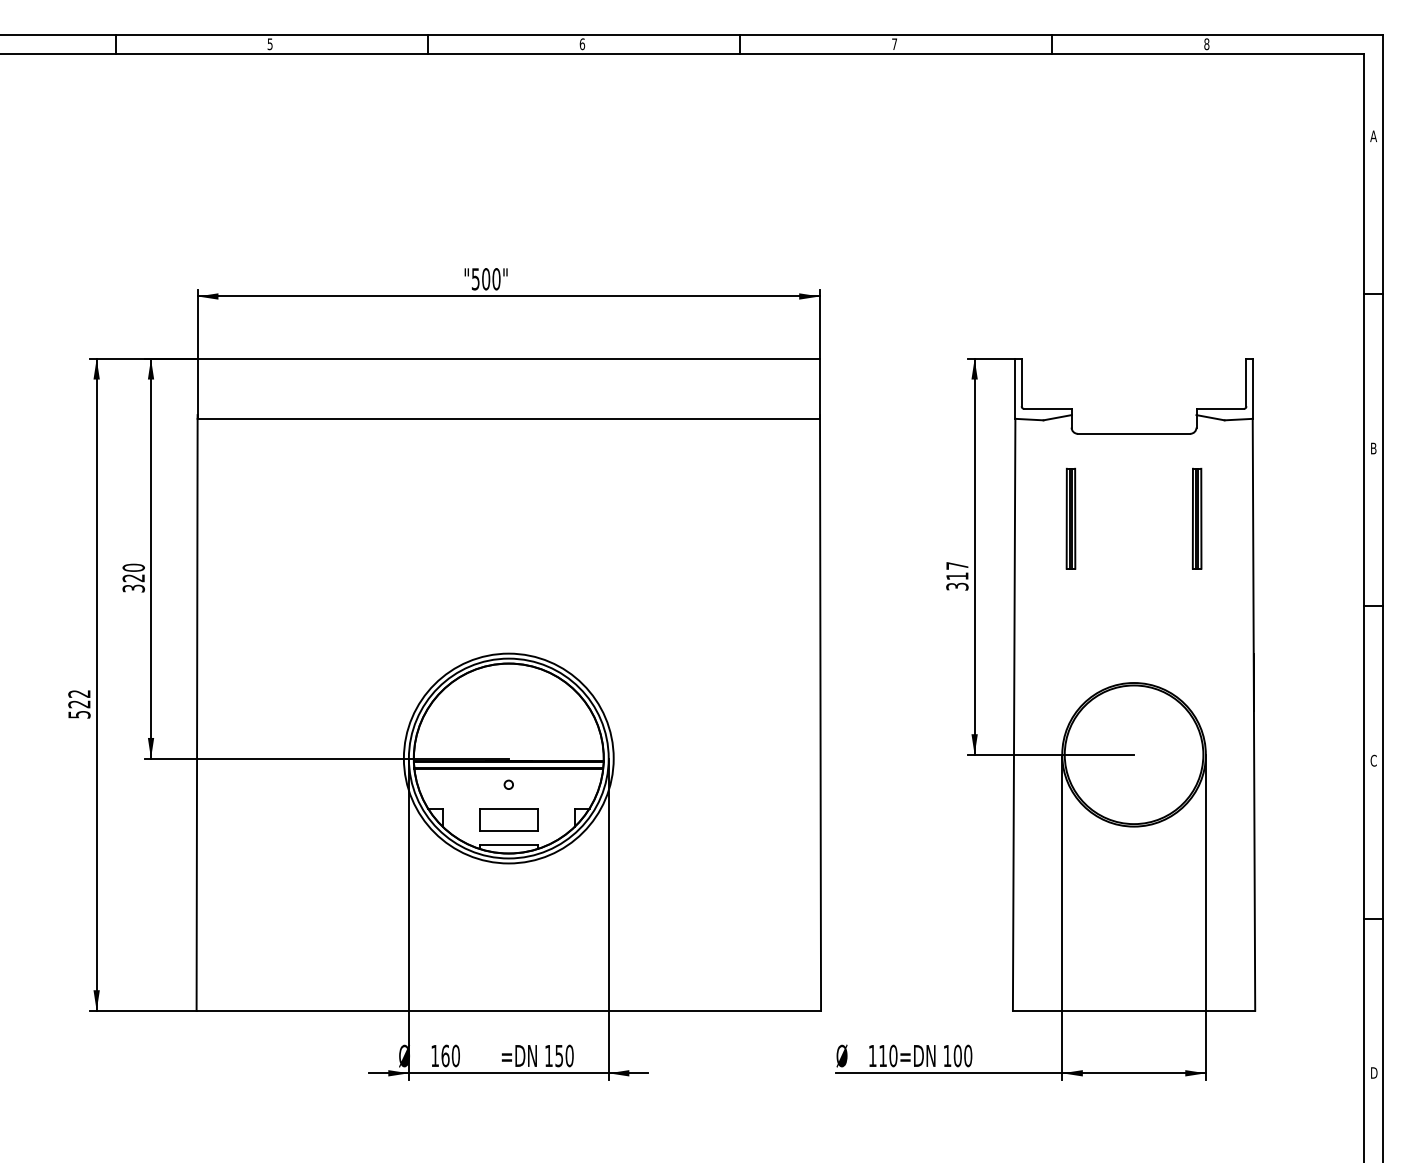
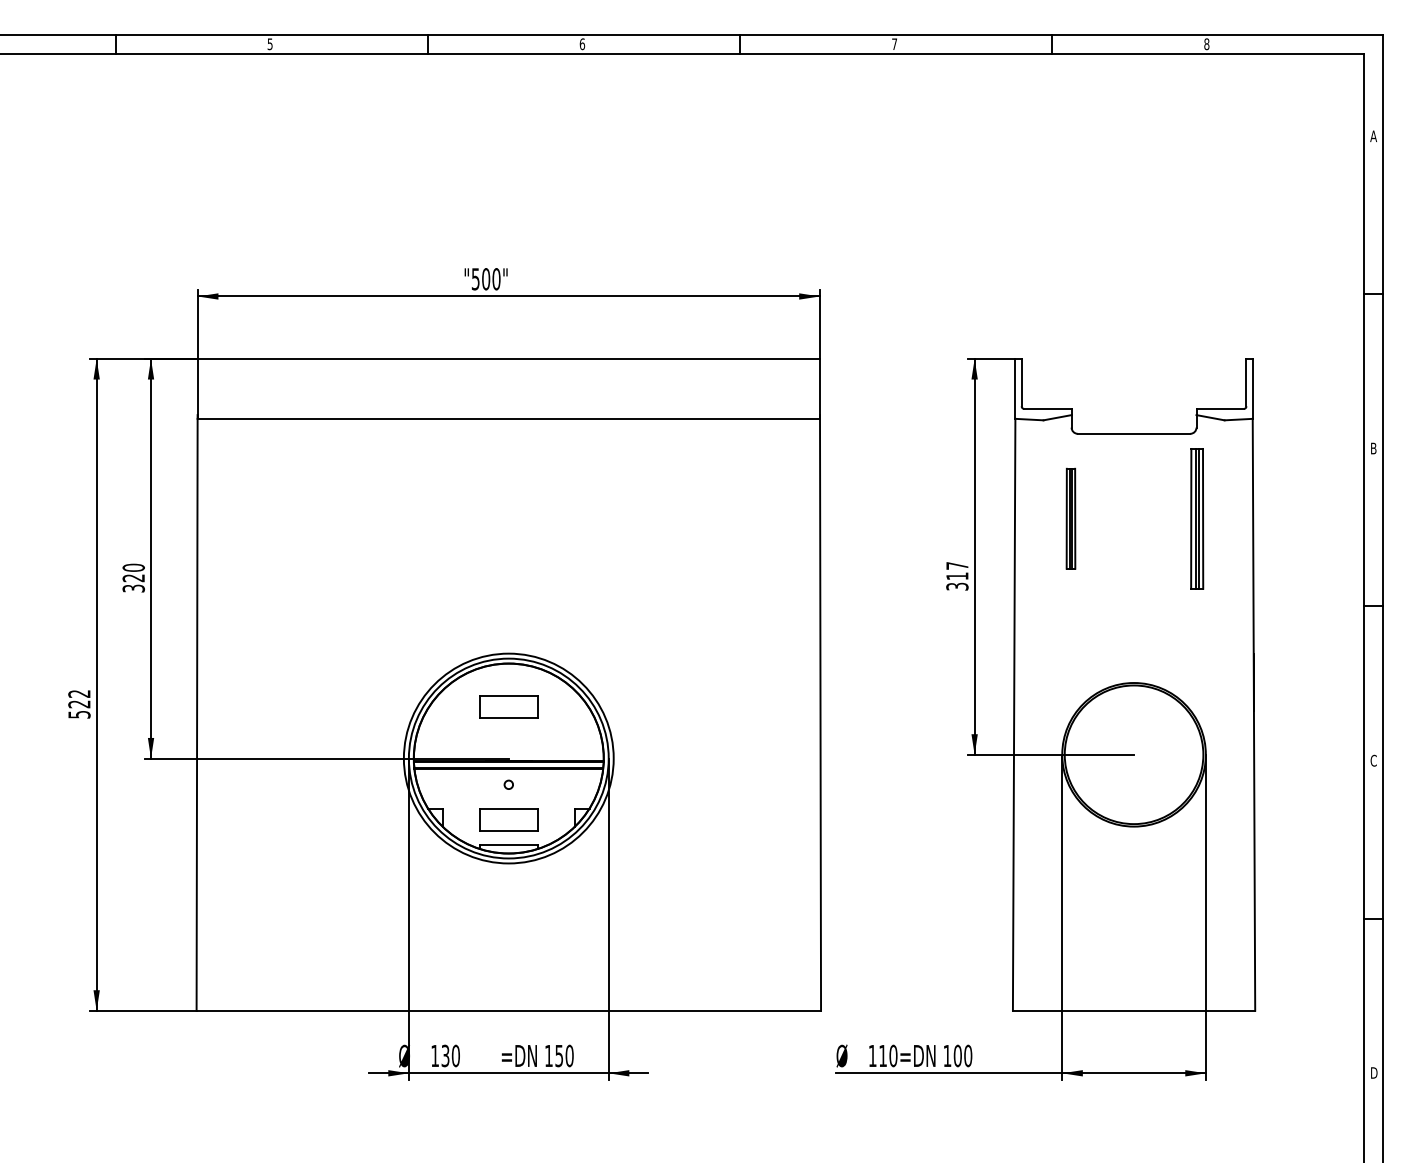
part at (1196, 518) size: 12x103 px -> 15x142 px
part at (508, 706): none -> present
text at (445, 1055): 160 -> 130
